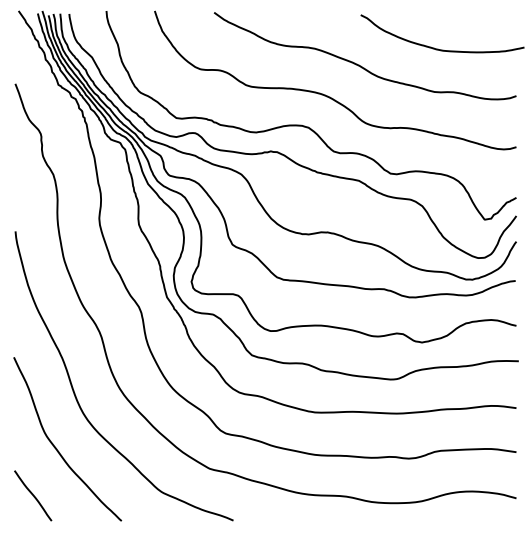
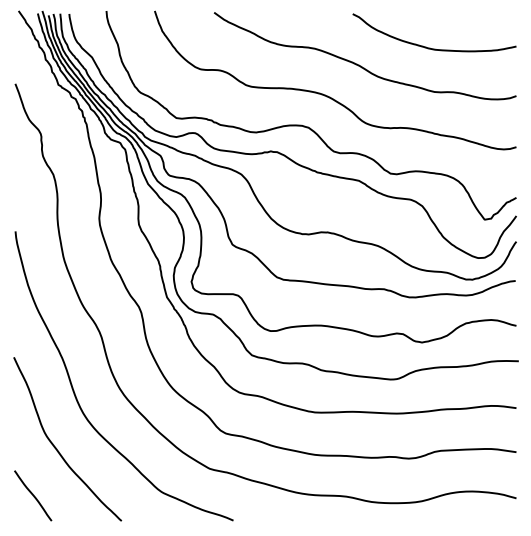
curve at (438, 48) position: (438, 48) -> (430, 47)
